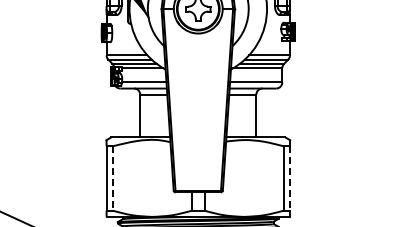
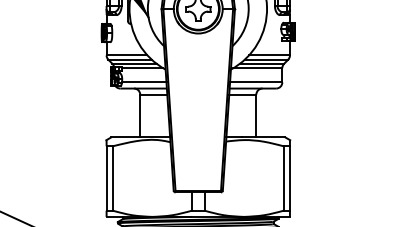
line at (112, 178): dashed -> solid
line at (289, 178): dashed -> solid
